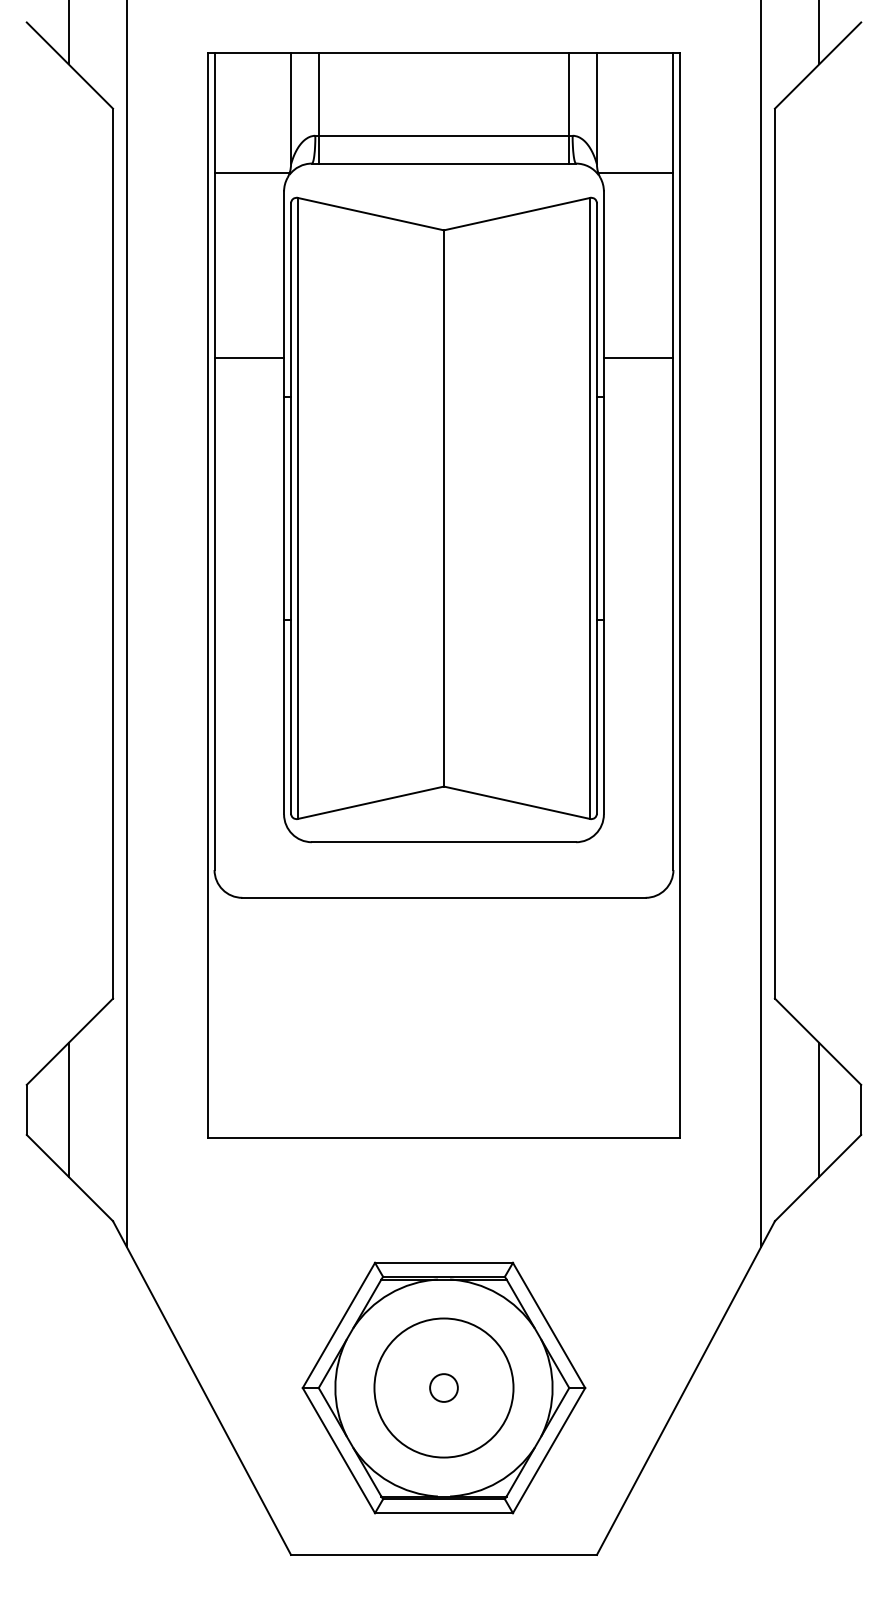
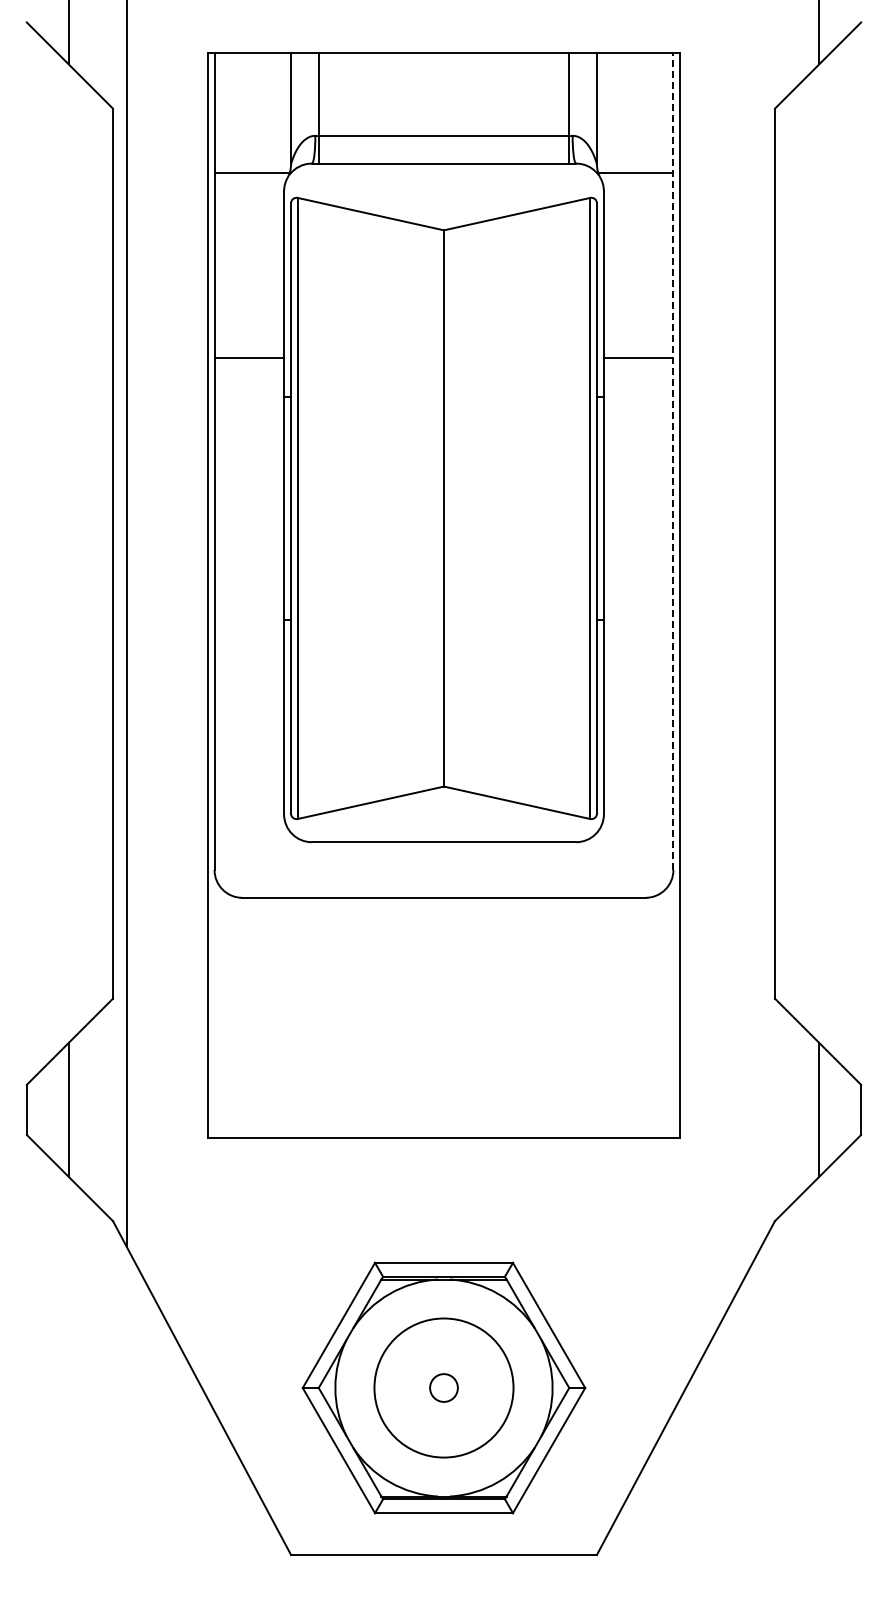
line at (673, 461): solid -> dashed
line at (761, 624): present -> none
